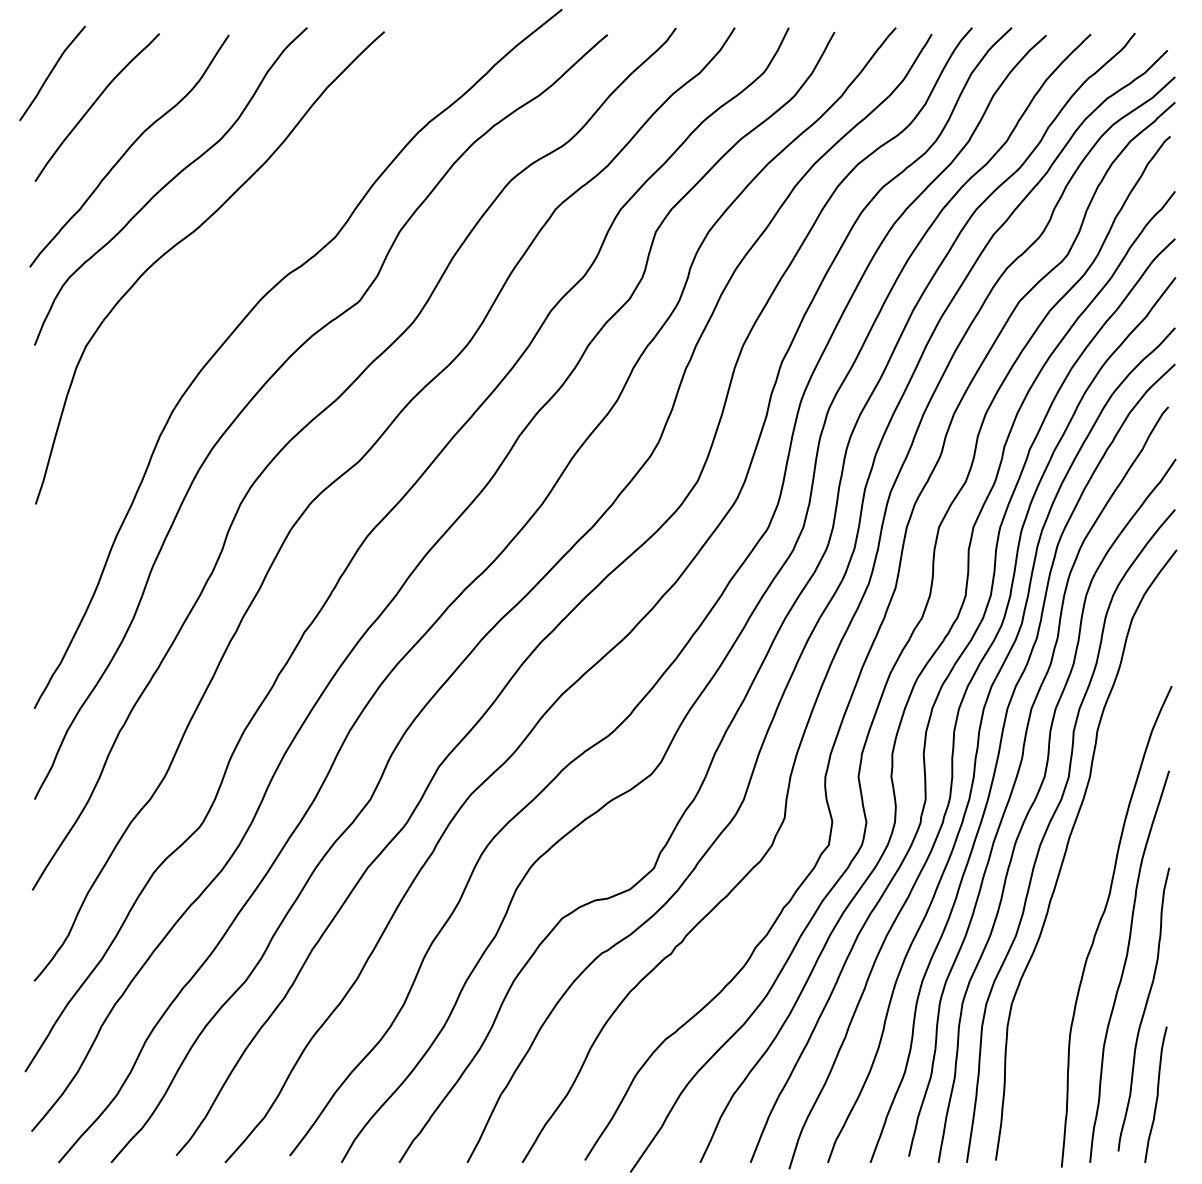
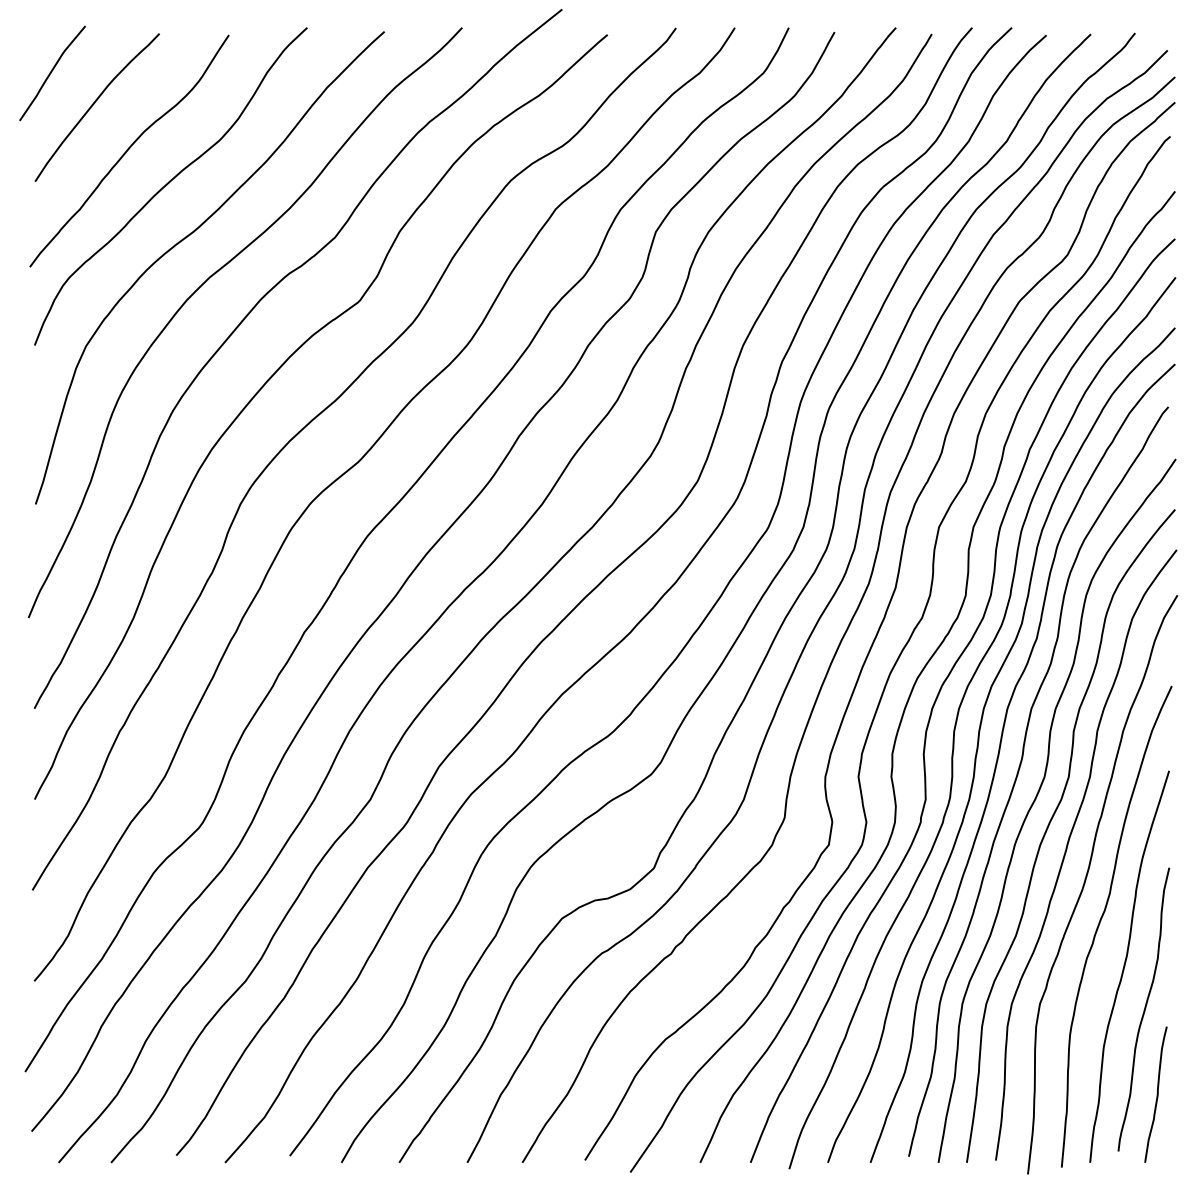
curve at (207, 281): none -> present
curve at (1086, 880): none -> present
